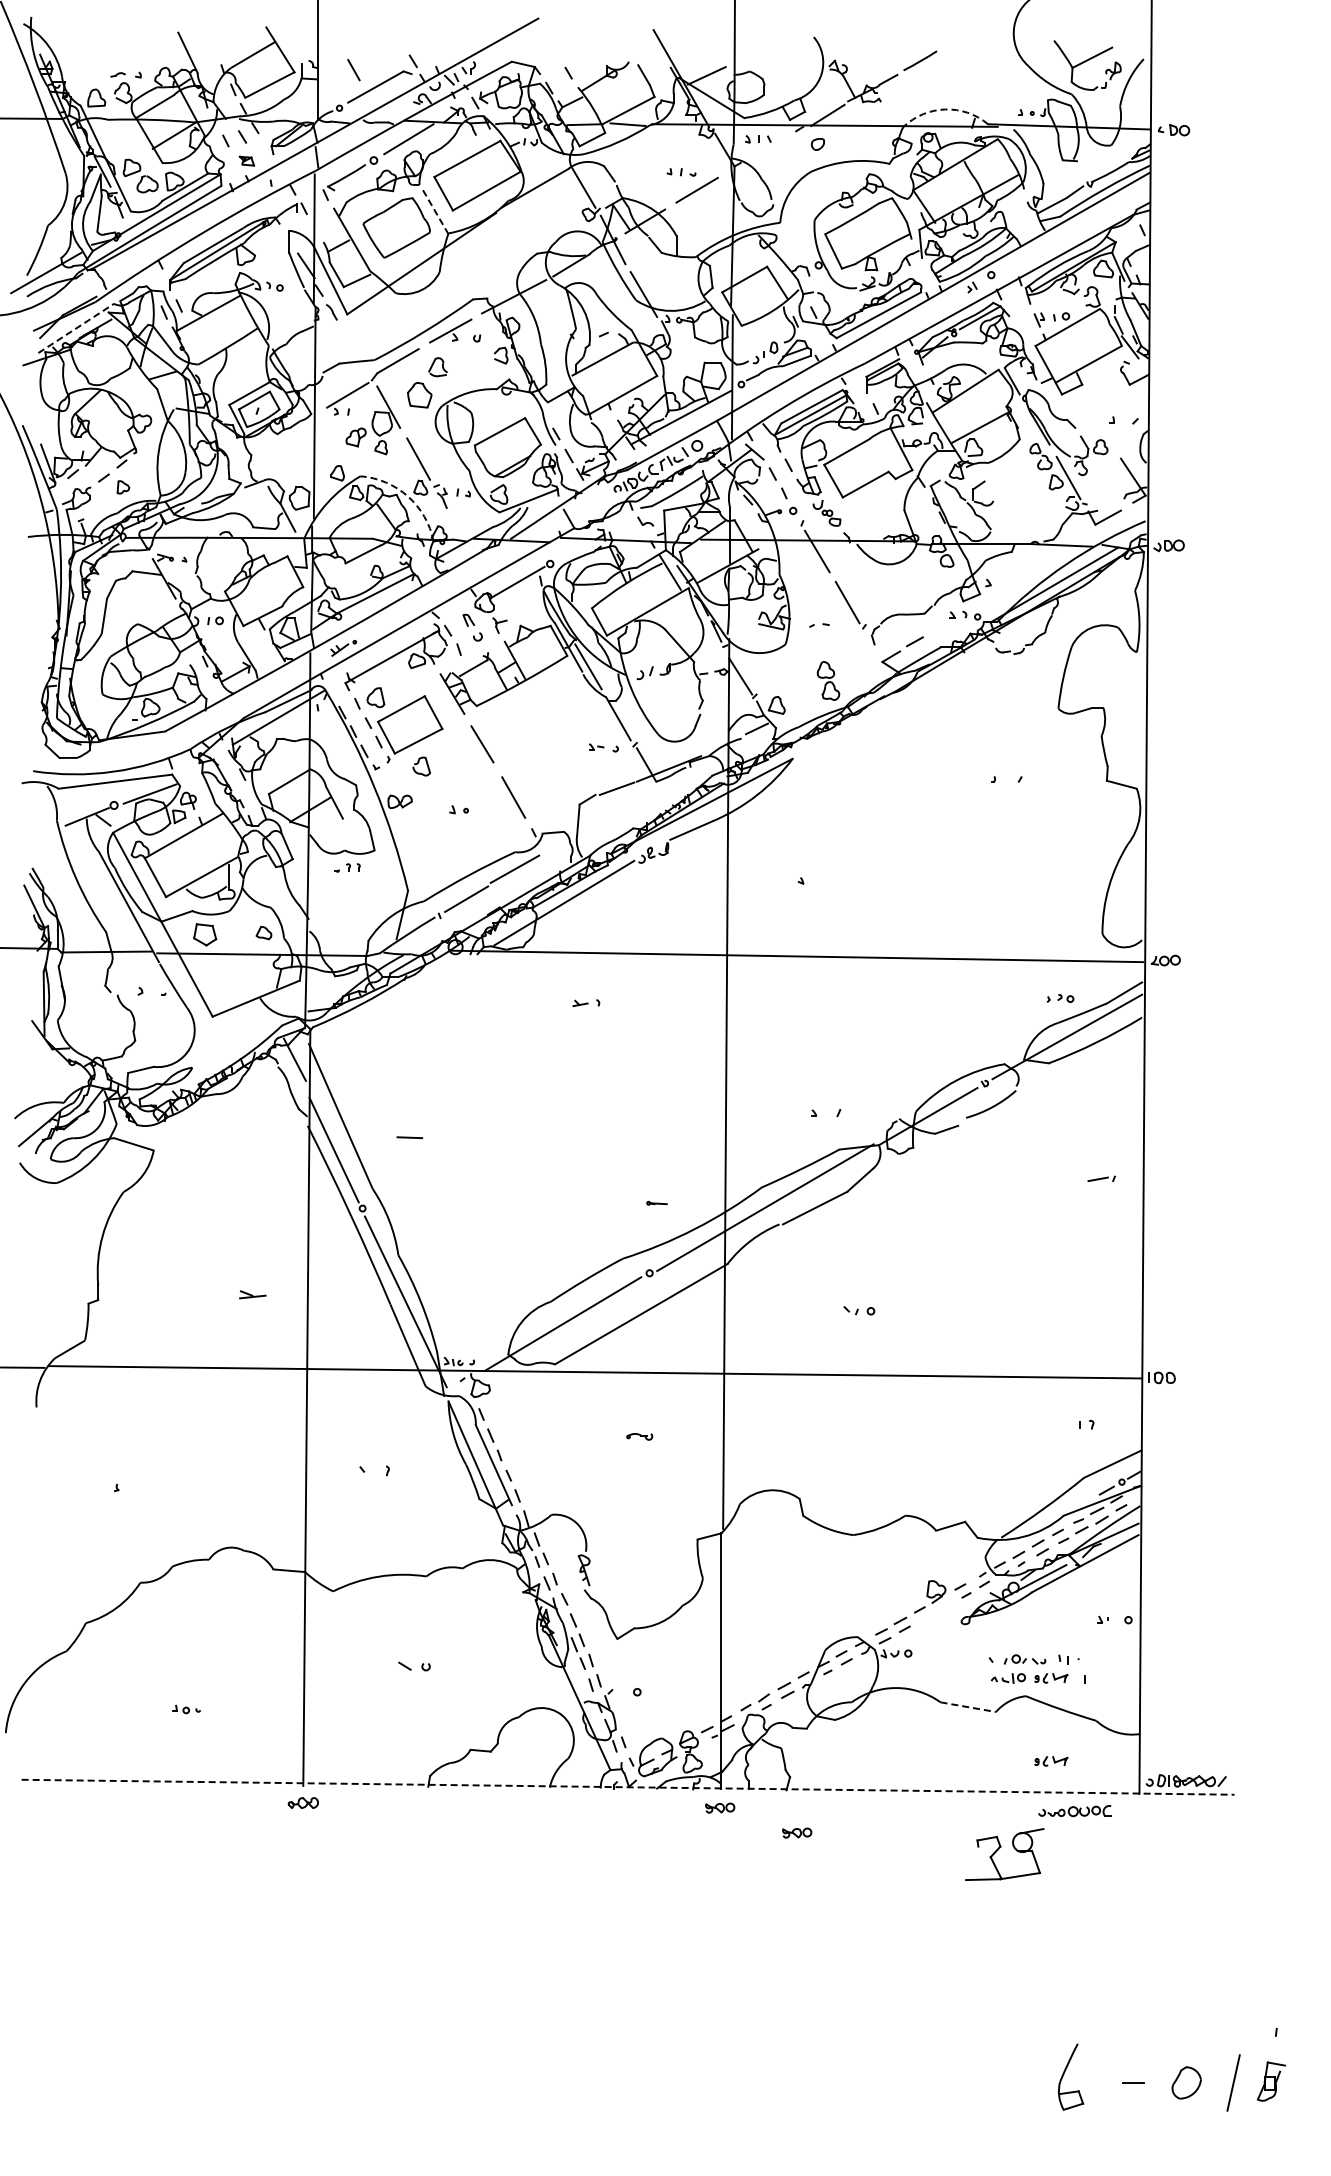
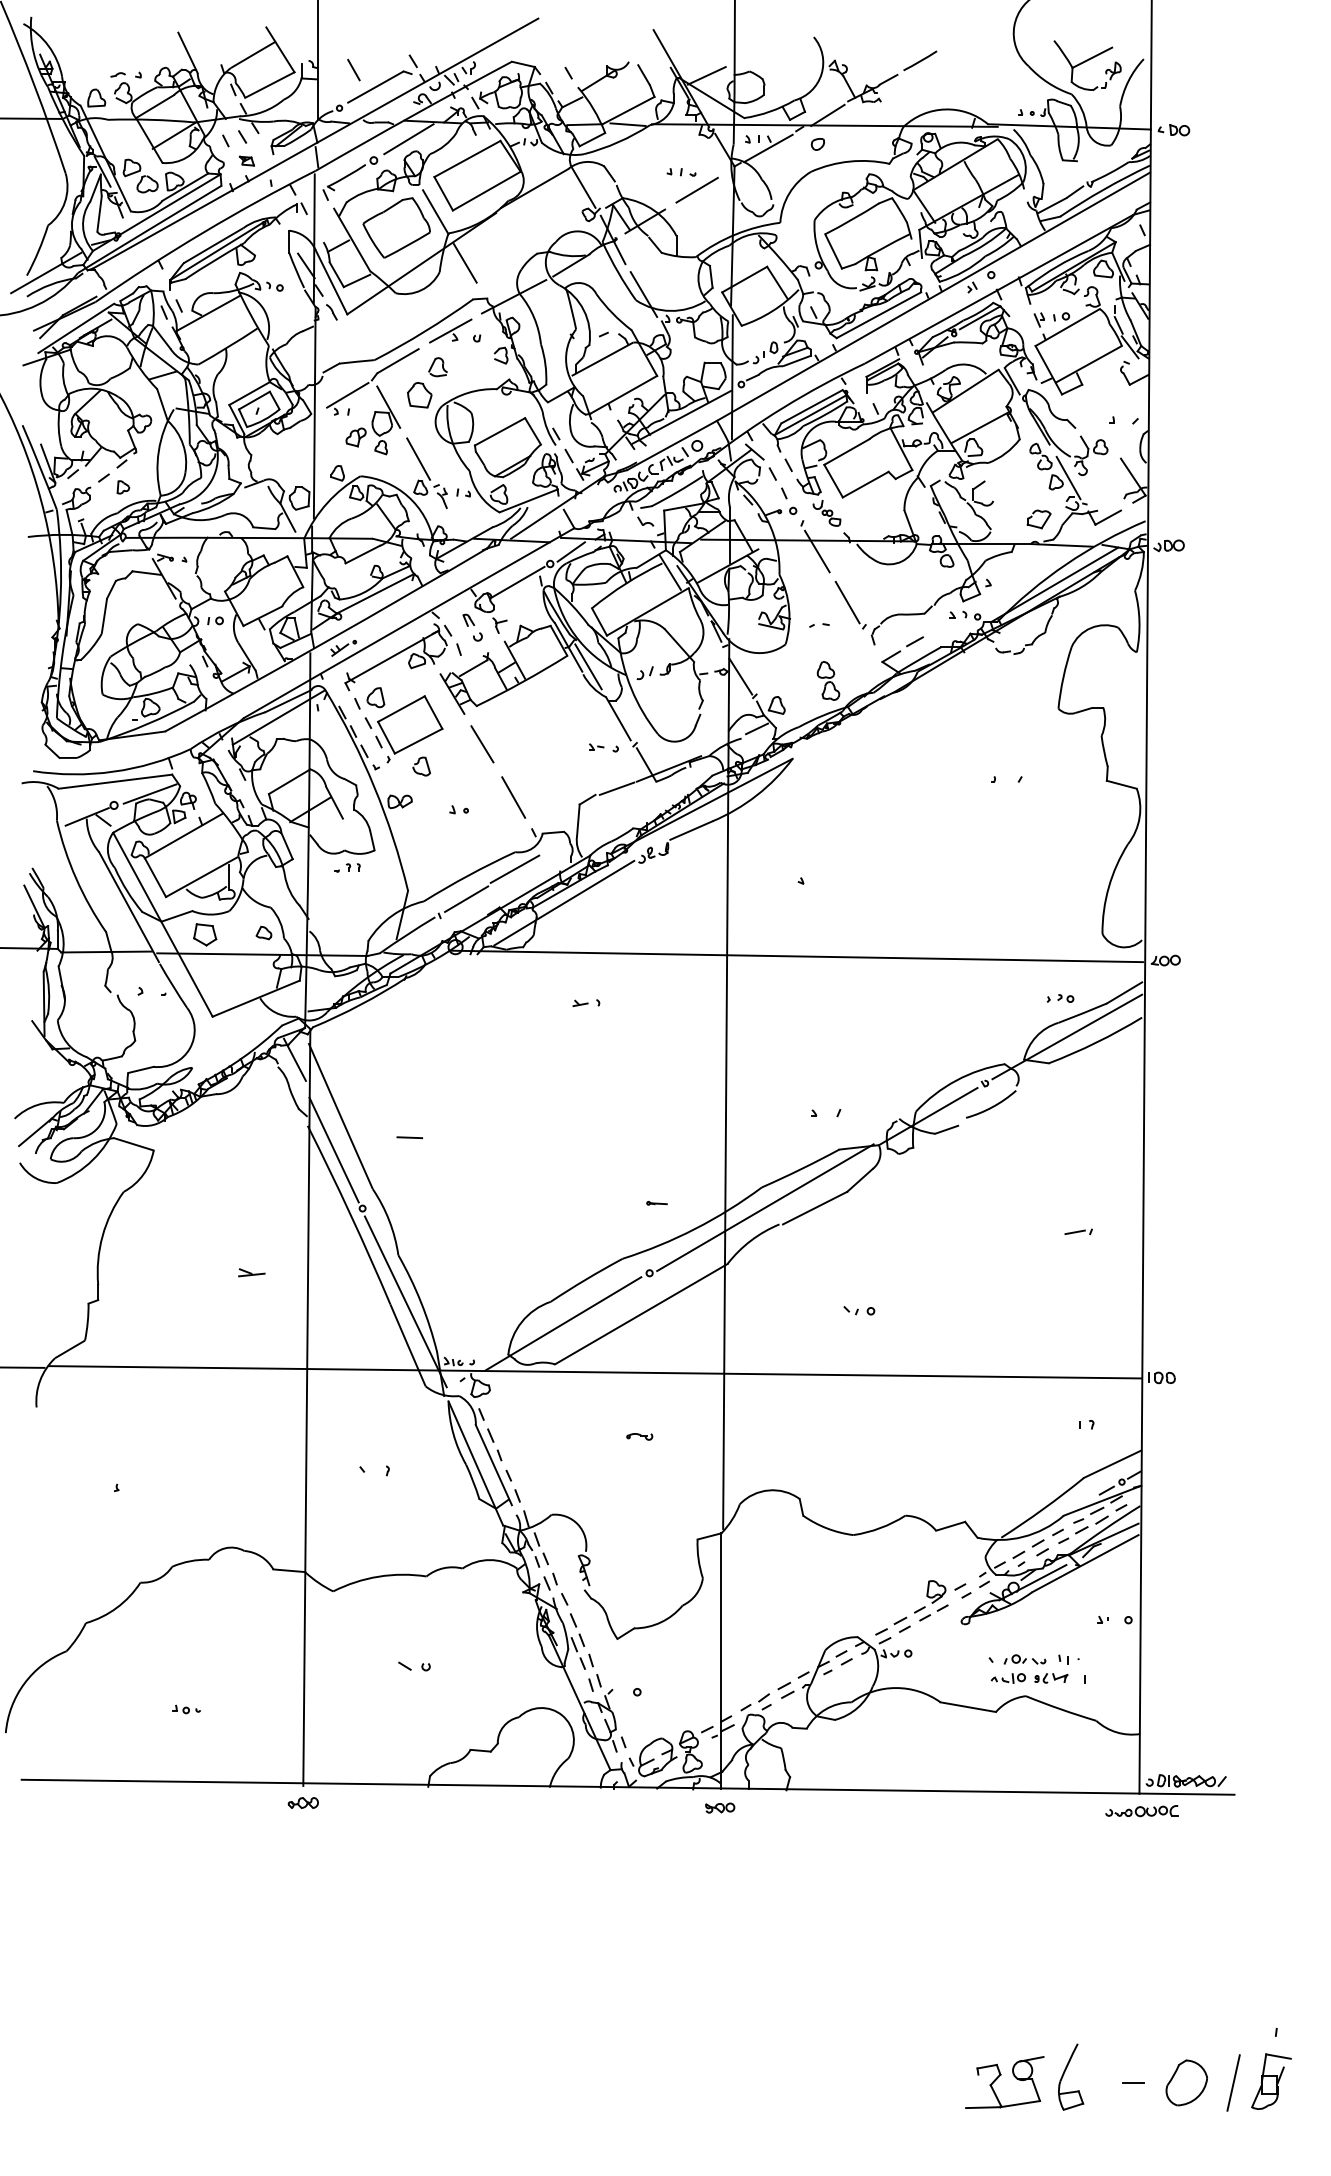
arc at (945, 109): dashed -> solid
line at (768, 148): none -> present
line at (436, 212): dashed -> solid
line at (464, 262): none -> present
line at (76, 328): dashed -> solid
arc at (408, 496): dashed -> solid
part at (1032, 517): none -> present
line at (570, 551): none -> present
part at (1101, 1178) position: (1101, 1178) -> (1078, 1231)
part at (252, 1294) position: (252, 1294) -> (251, 1272)
part at (933, 1612): none -> present
line at (968, 1707): dashed -> solid
part at (1051, 1761): present -> none
line at (628, 1787): dashed -> solid
part at (1074, 1811) position: (1074, 1811) -> (1141, 1811)
part at (797, 1832): present -> none
part at (999, 1849) position: (999, 1849) -> (999, 2077)
part at (1270, 2081) size: 30x41 px -> 41x57 px
part at (1186, 2082) size: 31x34 px -> 43x48 px
